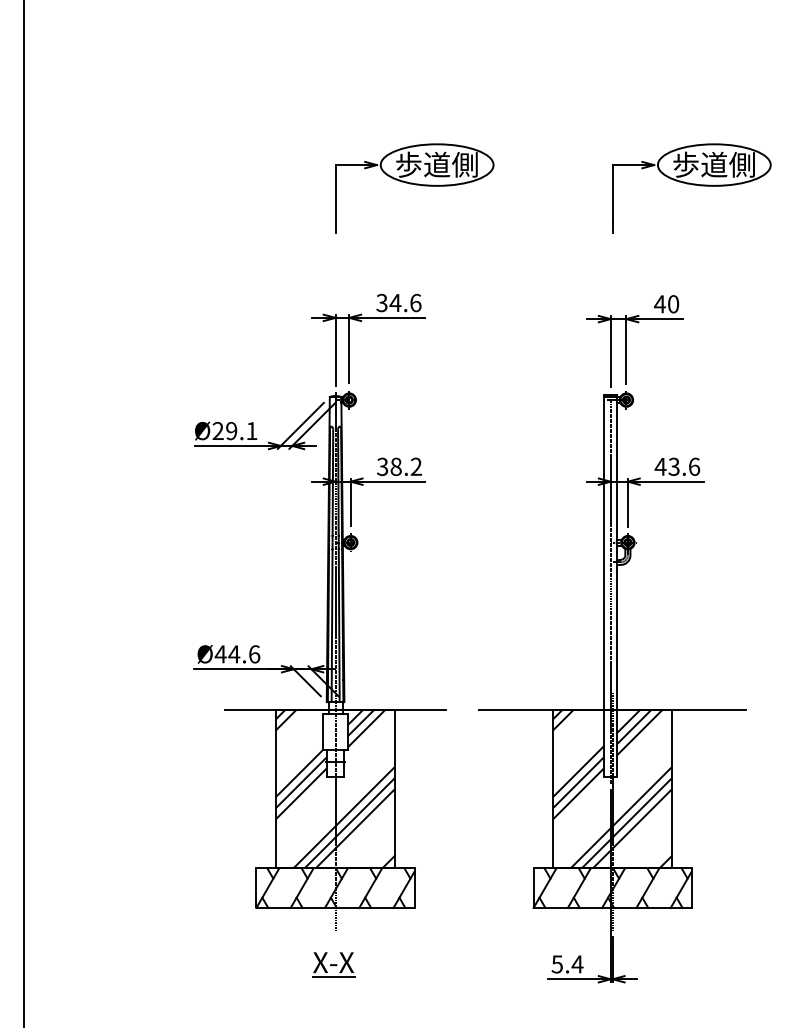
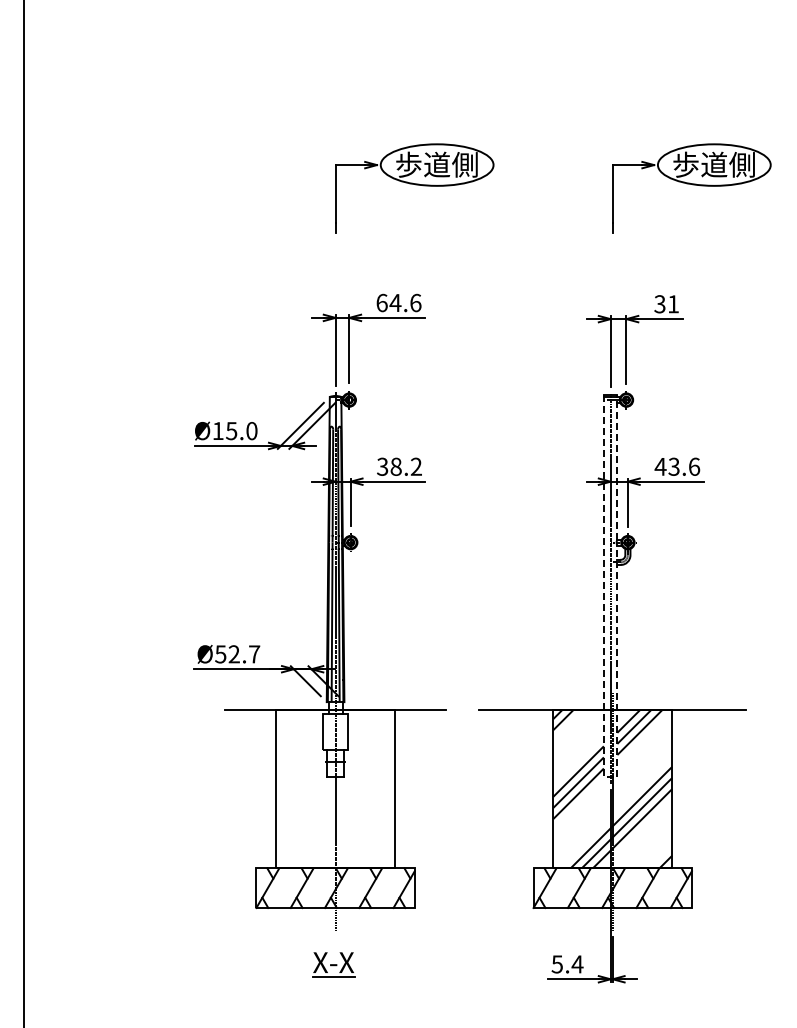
text at (381, 302): 34.6 -> 64.6
text at (666, 304): 40 -> 31
text at (234, 431): Ø29.1 -> Ø15.0
line at (617, 466): solid -> dashed
text at (237, 654): Ø44.6 -> Ø52.7
line at (603, 710): solid -> dashed
hatch at (335, 789): present -> none
